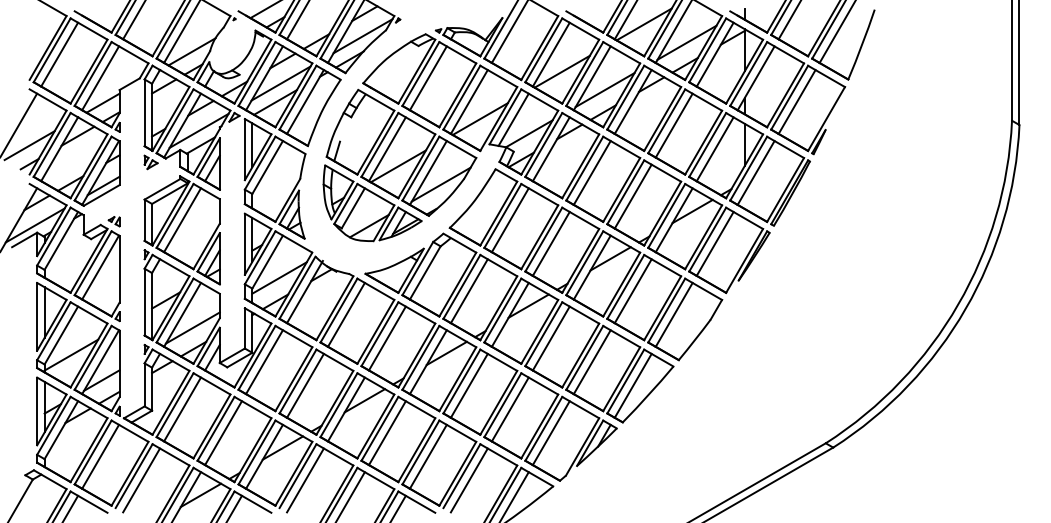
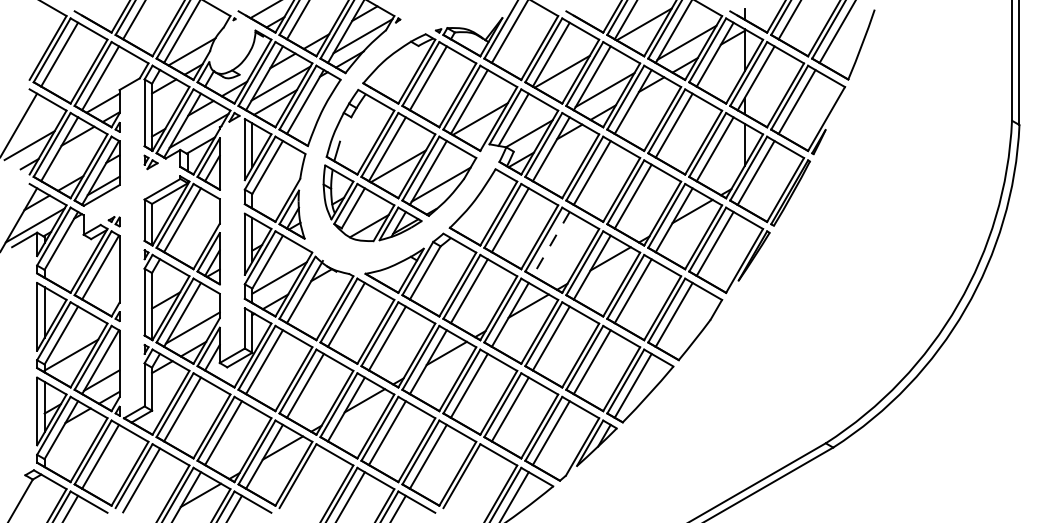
line at (551, 243): solid -> dashed
line at (305, 480): present -> none
line at (468, 480): present -> none
